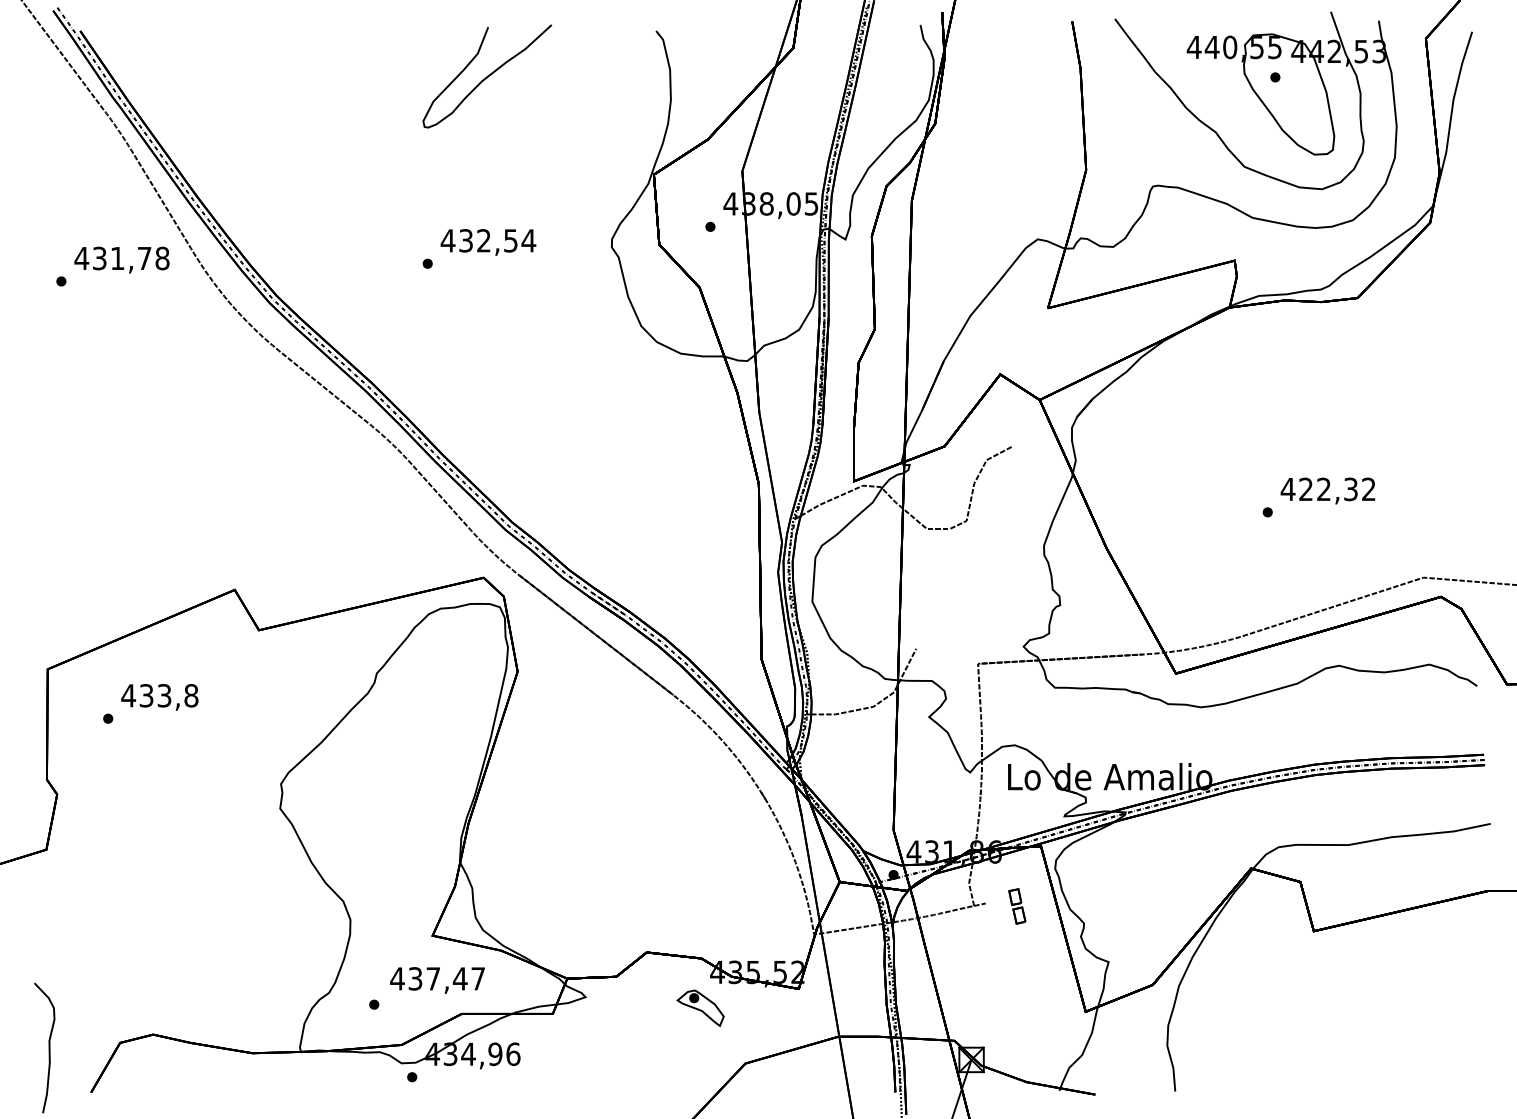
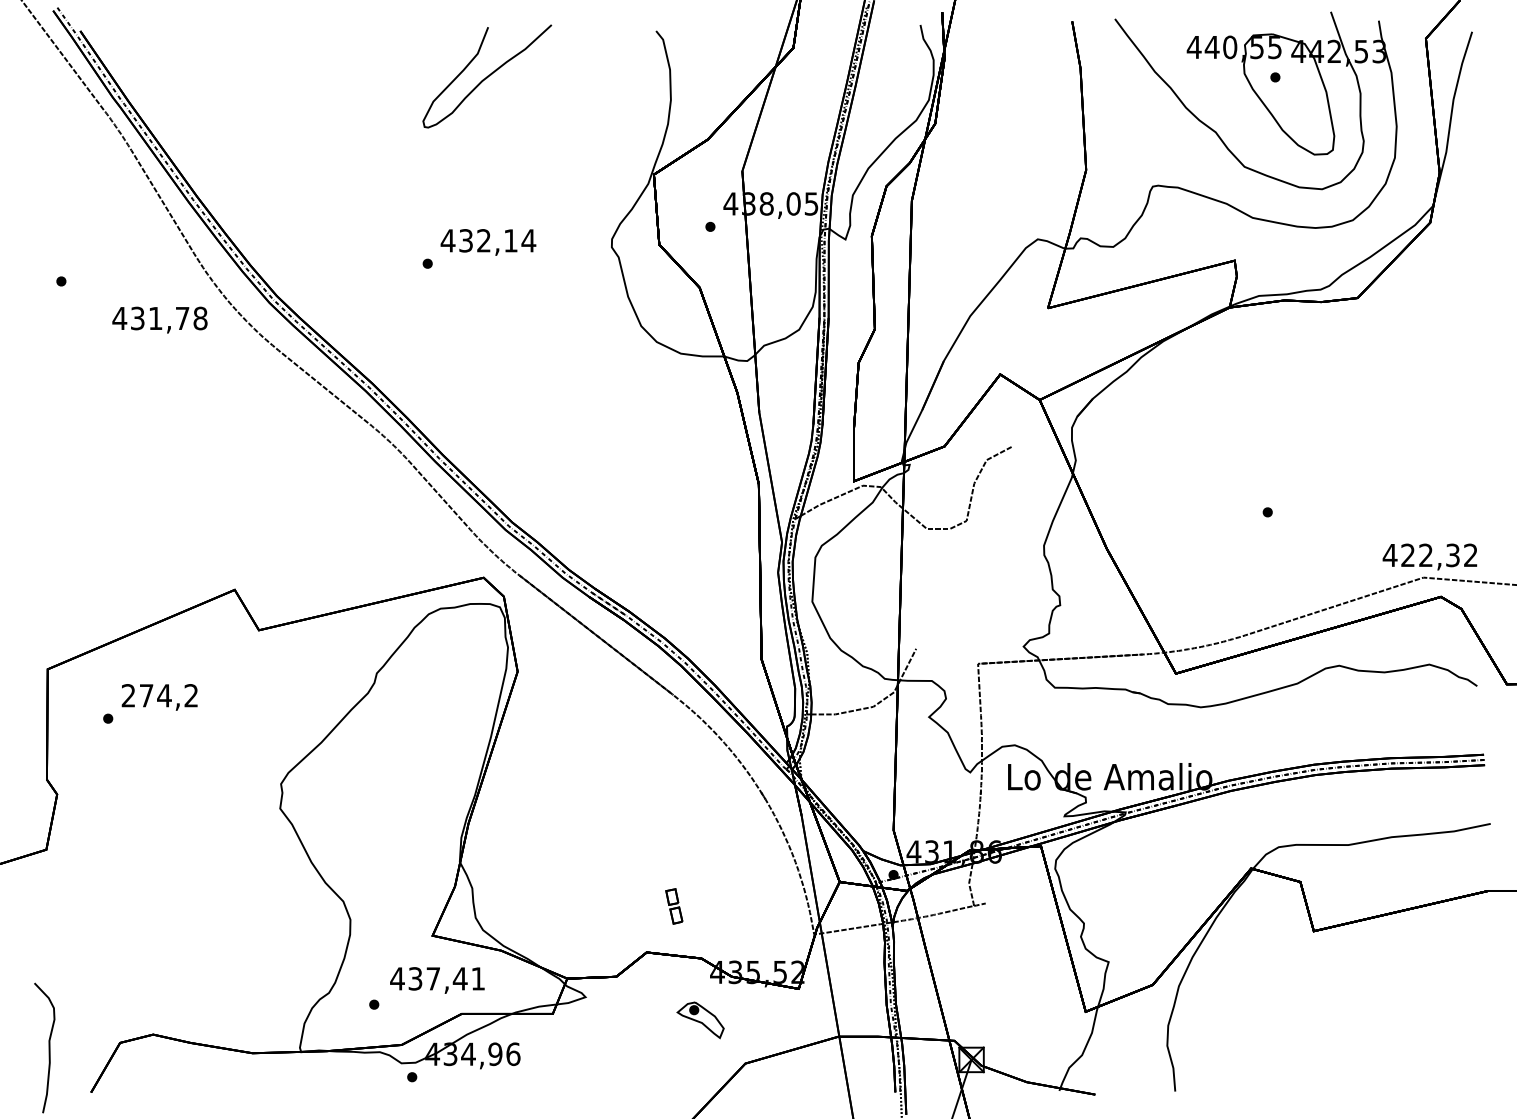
text at (510, 240): 432,54 -> 432,14
text at (121, 259) position: (121, 259) -> (159, 319)
text at (1327, 490) position: (1327, 490) -> (1429, 556)
text at (159, 695): 433,8 -> 274,2
part at (1017, 906) position: (1017, 906) -> (674, 906)
text at (477, 978): 437,47 -> 437,41
part at (700, 1008) position: (700, 1008) -> (700, 1020)
